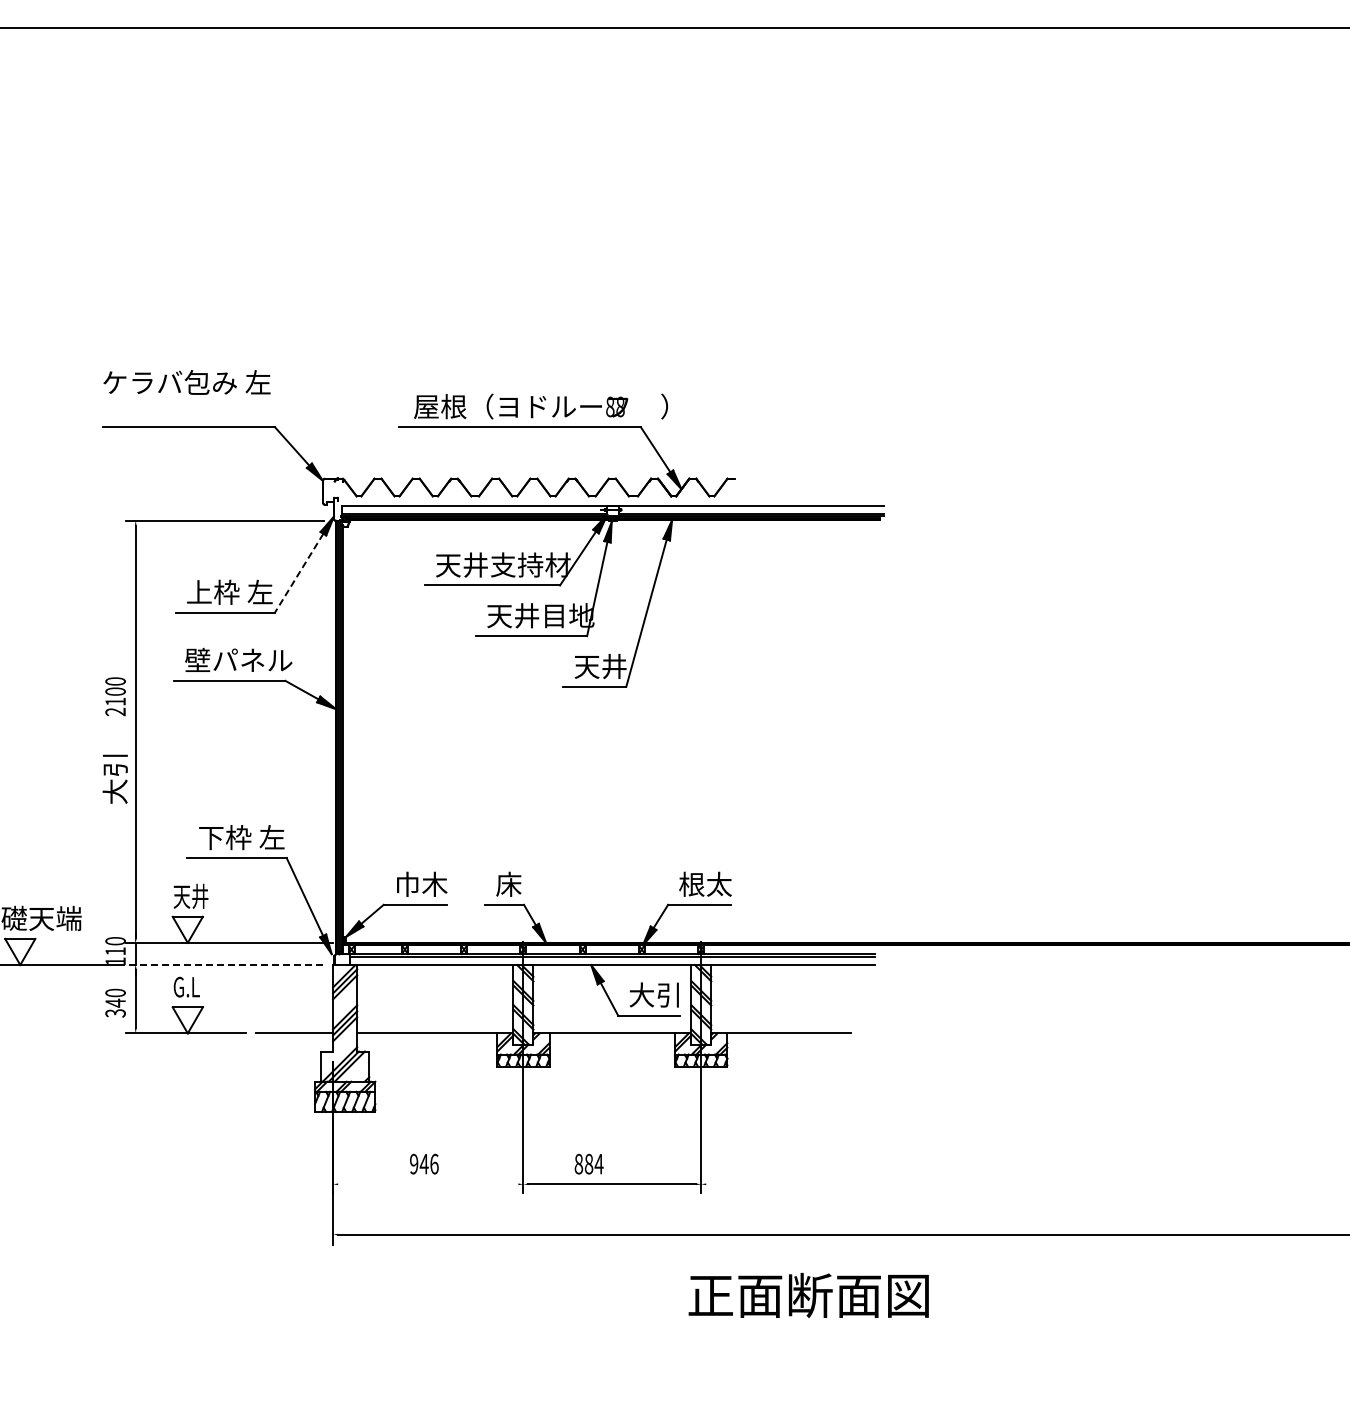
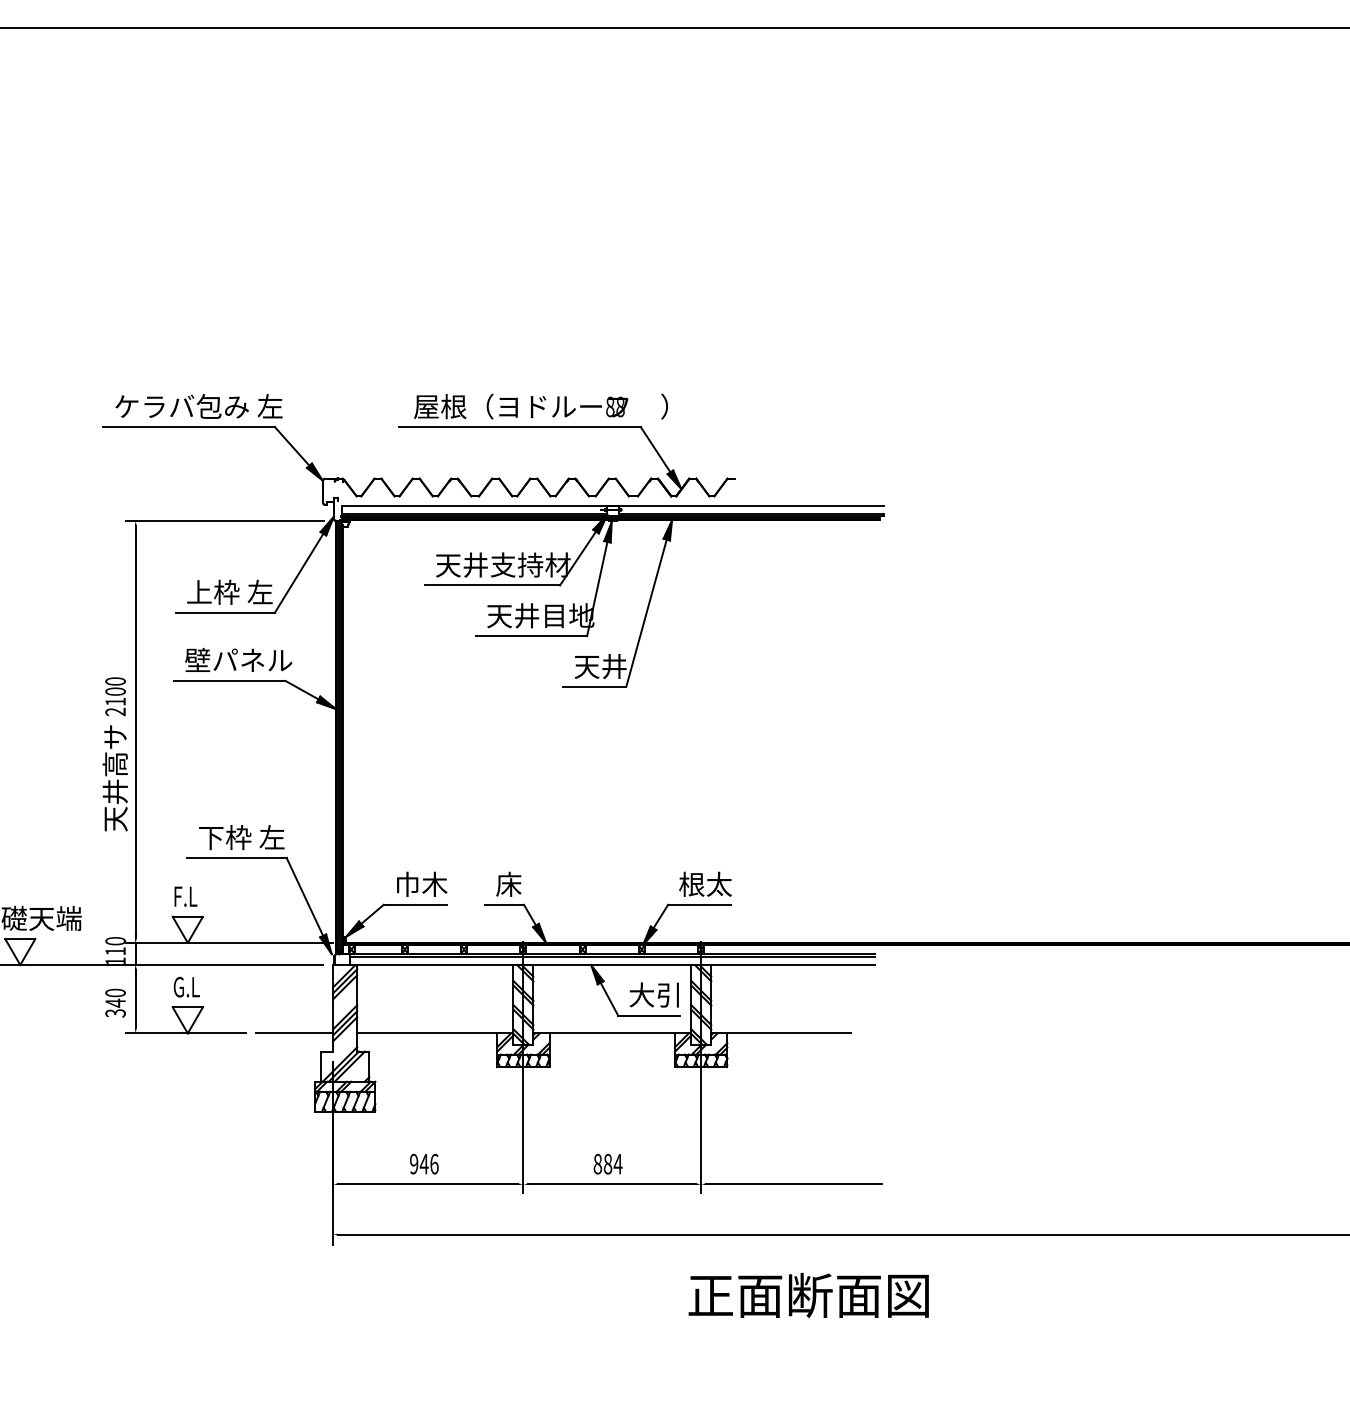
text at (186, 382) position: (186, 382) -> (198, 406)
line at (298, 573): dashed -> solid
text at (114, 778): 大引 -> 天井高サ
text at (190, 895): 天井 -> F.L
line at (224, 965): dashed -> solid
text at (588, 1163) position: (588, 1163) -> (607, 1163)
line at (428, 1184): none -> present
line at (793, 1184): none -> present
